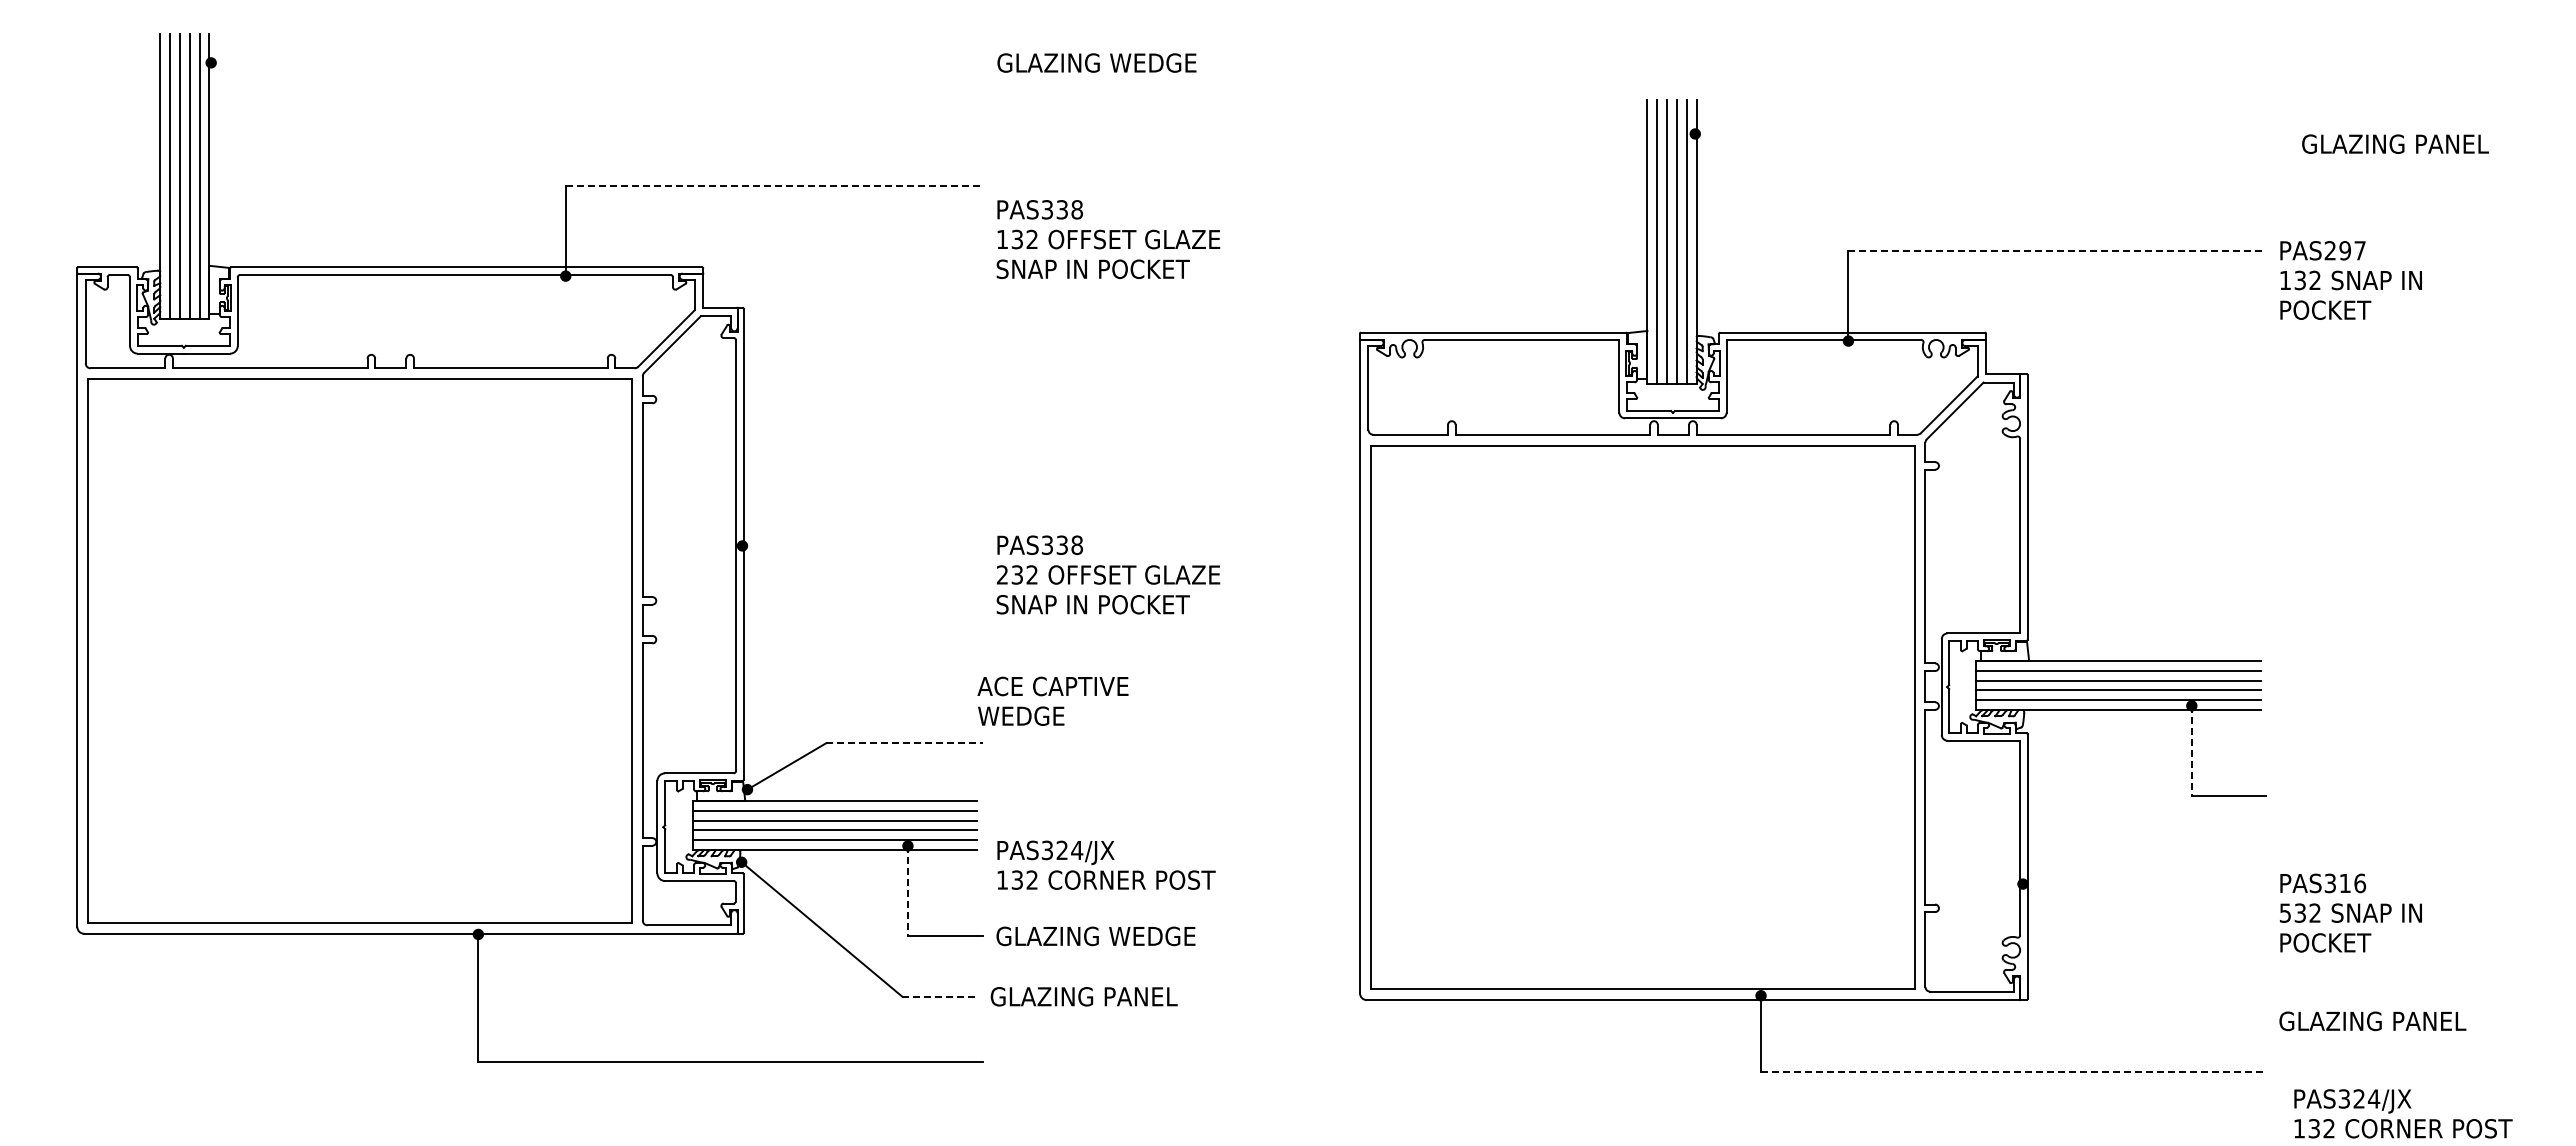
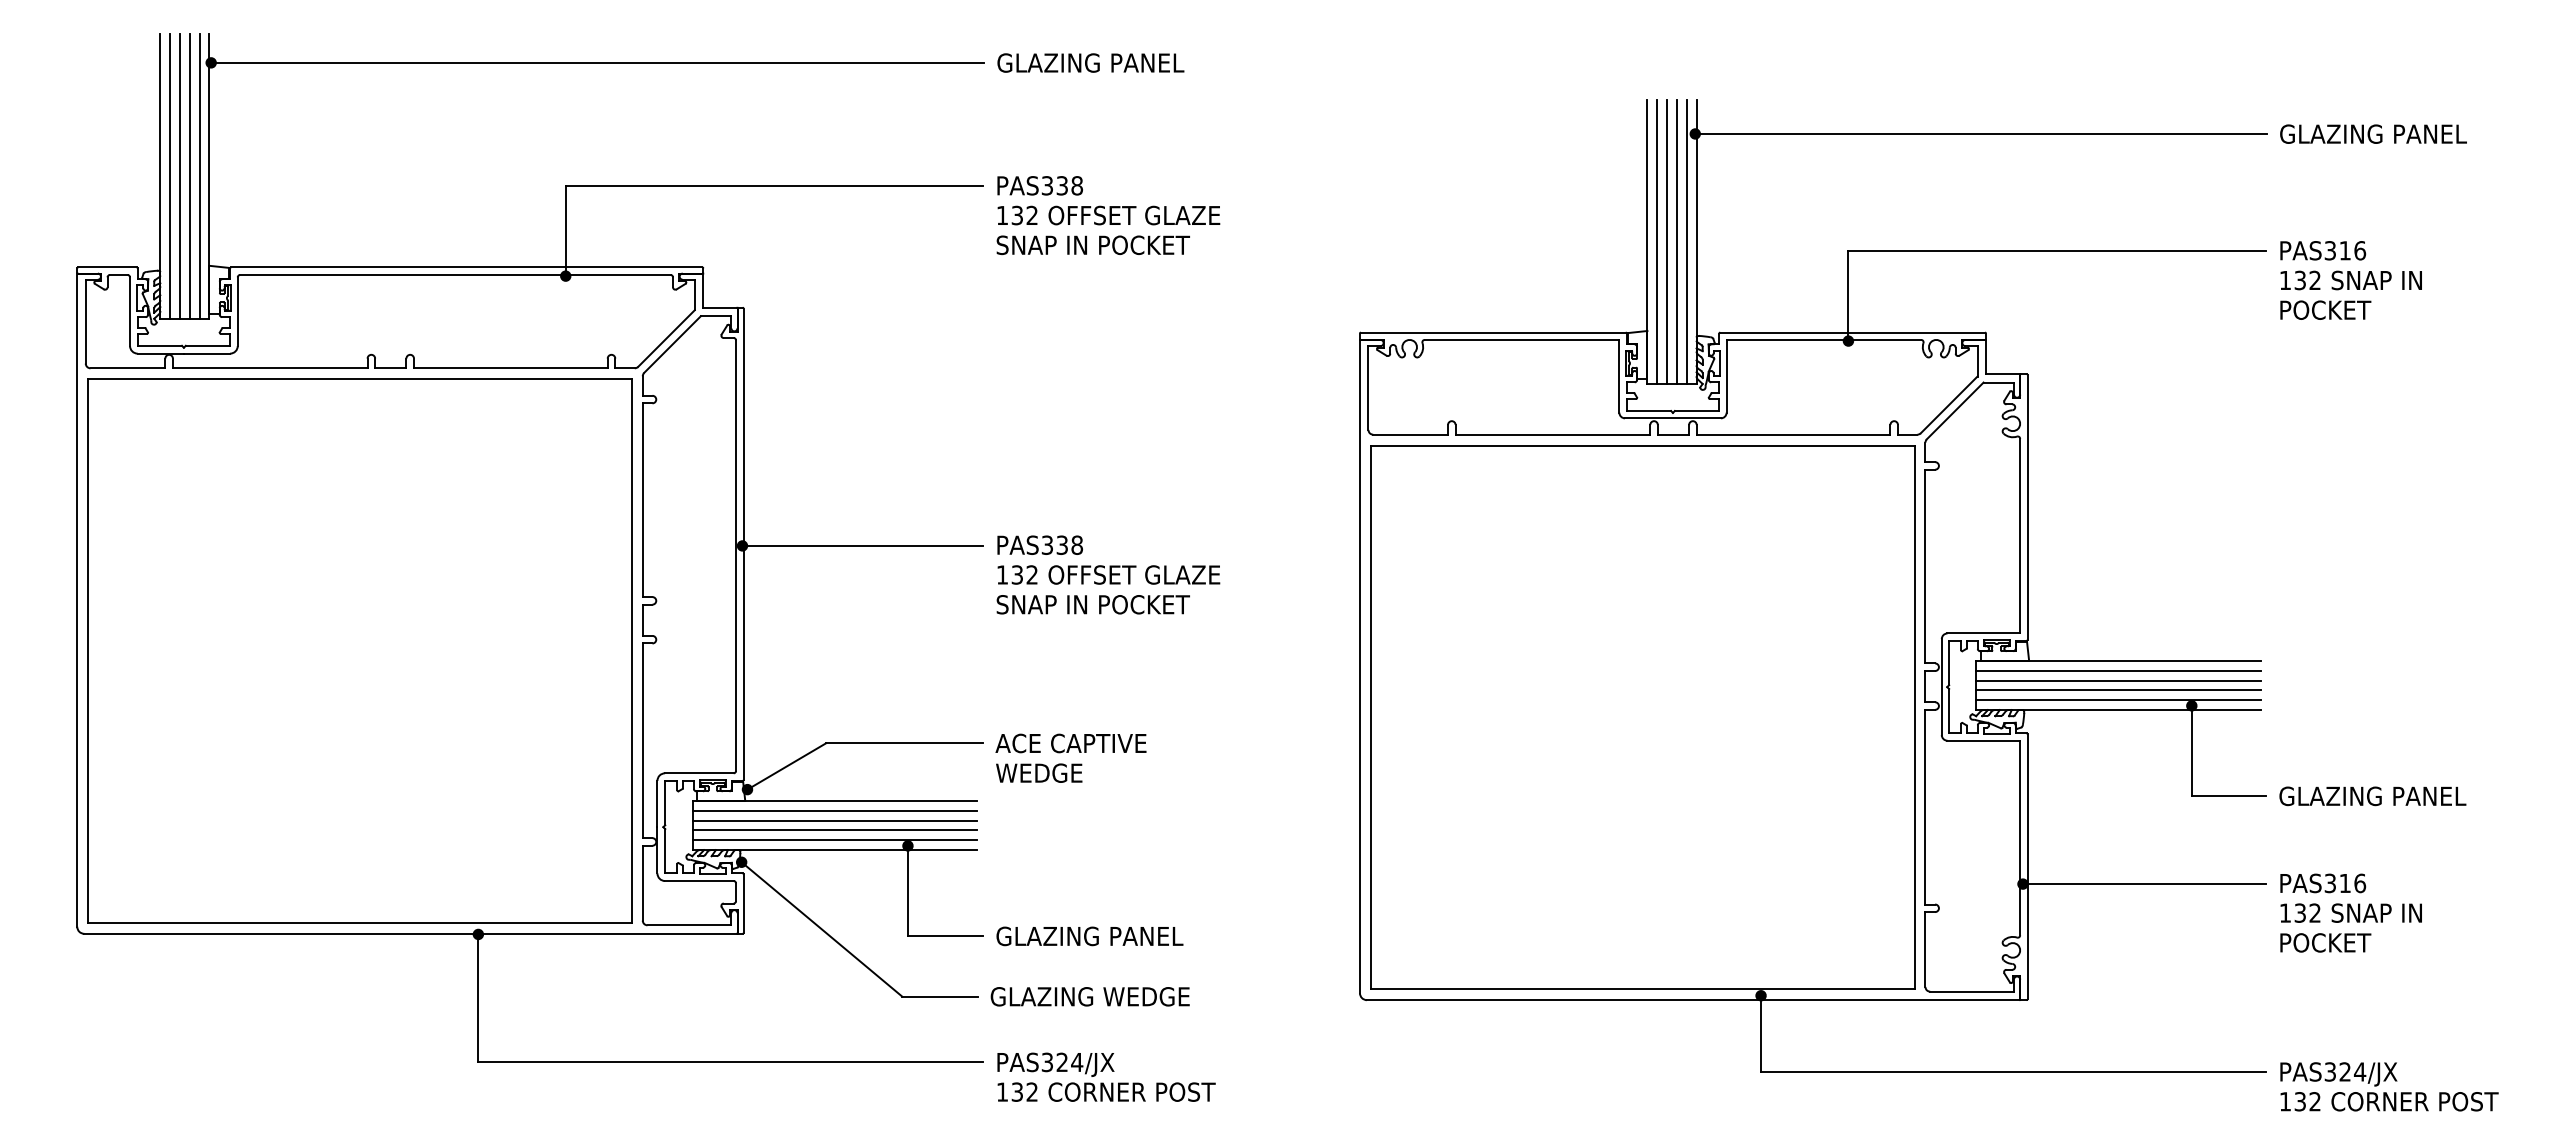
line at (597, 62): none -> present
text at (1153, 62): GLAZING WEDGE -> GLAZING PANEL
line at (1980, 133): none -> present
text at (2395, 143) position: (2395, 143) -> (2373, 133)
line at (774, 186): dashed -> solid
text at (1108, 239) position: (1108, 239) -> (1108, 215)
text at (2345, 250): PAS297 -> PAS316
line at (2057, 251): dashed -> solid
line at (862, 545): none -> present
text at (1001, 574): 232 -> 132
text at (1052, 700) position: (1052, 700) -> (1070, 757)
line at (904, 743): dashed -> solid
line at (2191, 751): dashed -> solid
text at (1106, 864) position: (1106, 864) -> (1106, 1076)
line at (2144, 884): none -> present
line at (907, 891): dashed -> solid
text at (2284, 912): 532 -> 132
text at (1152, 936): GLAZING WEDGE -> GLAZING PANEL
line at (939, 996): dashed -> solid
text at (1146, 996): GLAZING PANEL -> GLAZING WEDGE
text at (2372, 1021) position: (2372, 1021) -> (2372, 796)
line at (2013, 1071): dashed -> solid
text at (2403, 1113) position: (2403, 1113) -> (2389, 1086)
